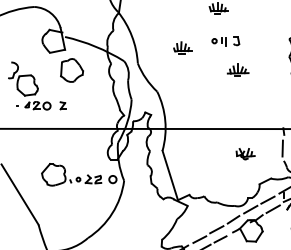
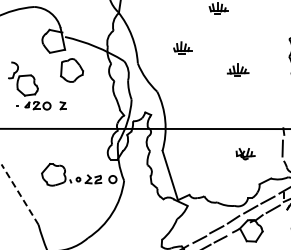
part at (225, 41): present -> none
line at (19, 194): solid -> dashed
